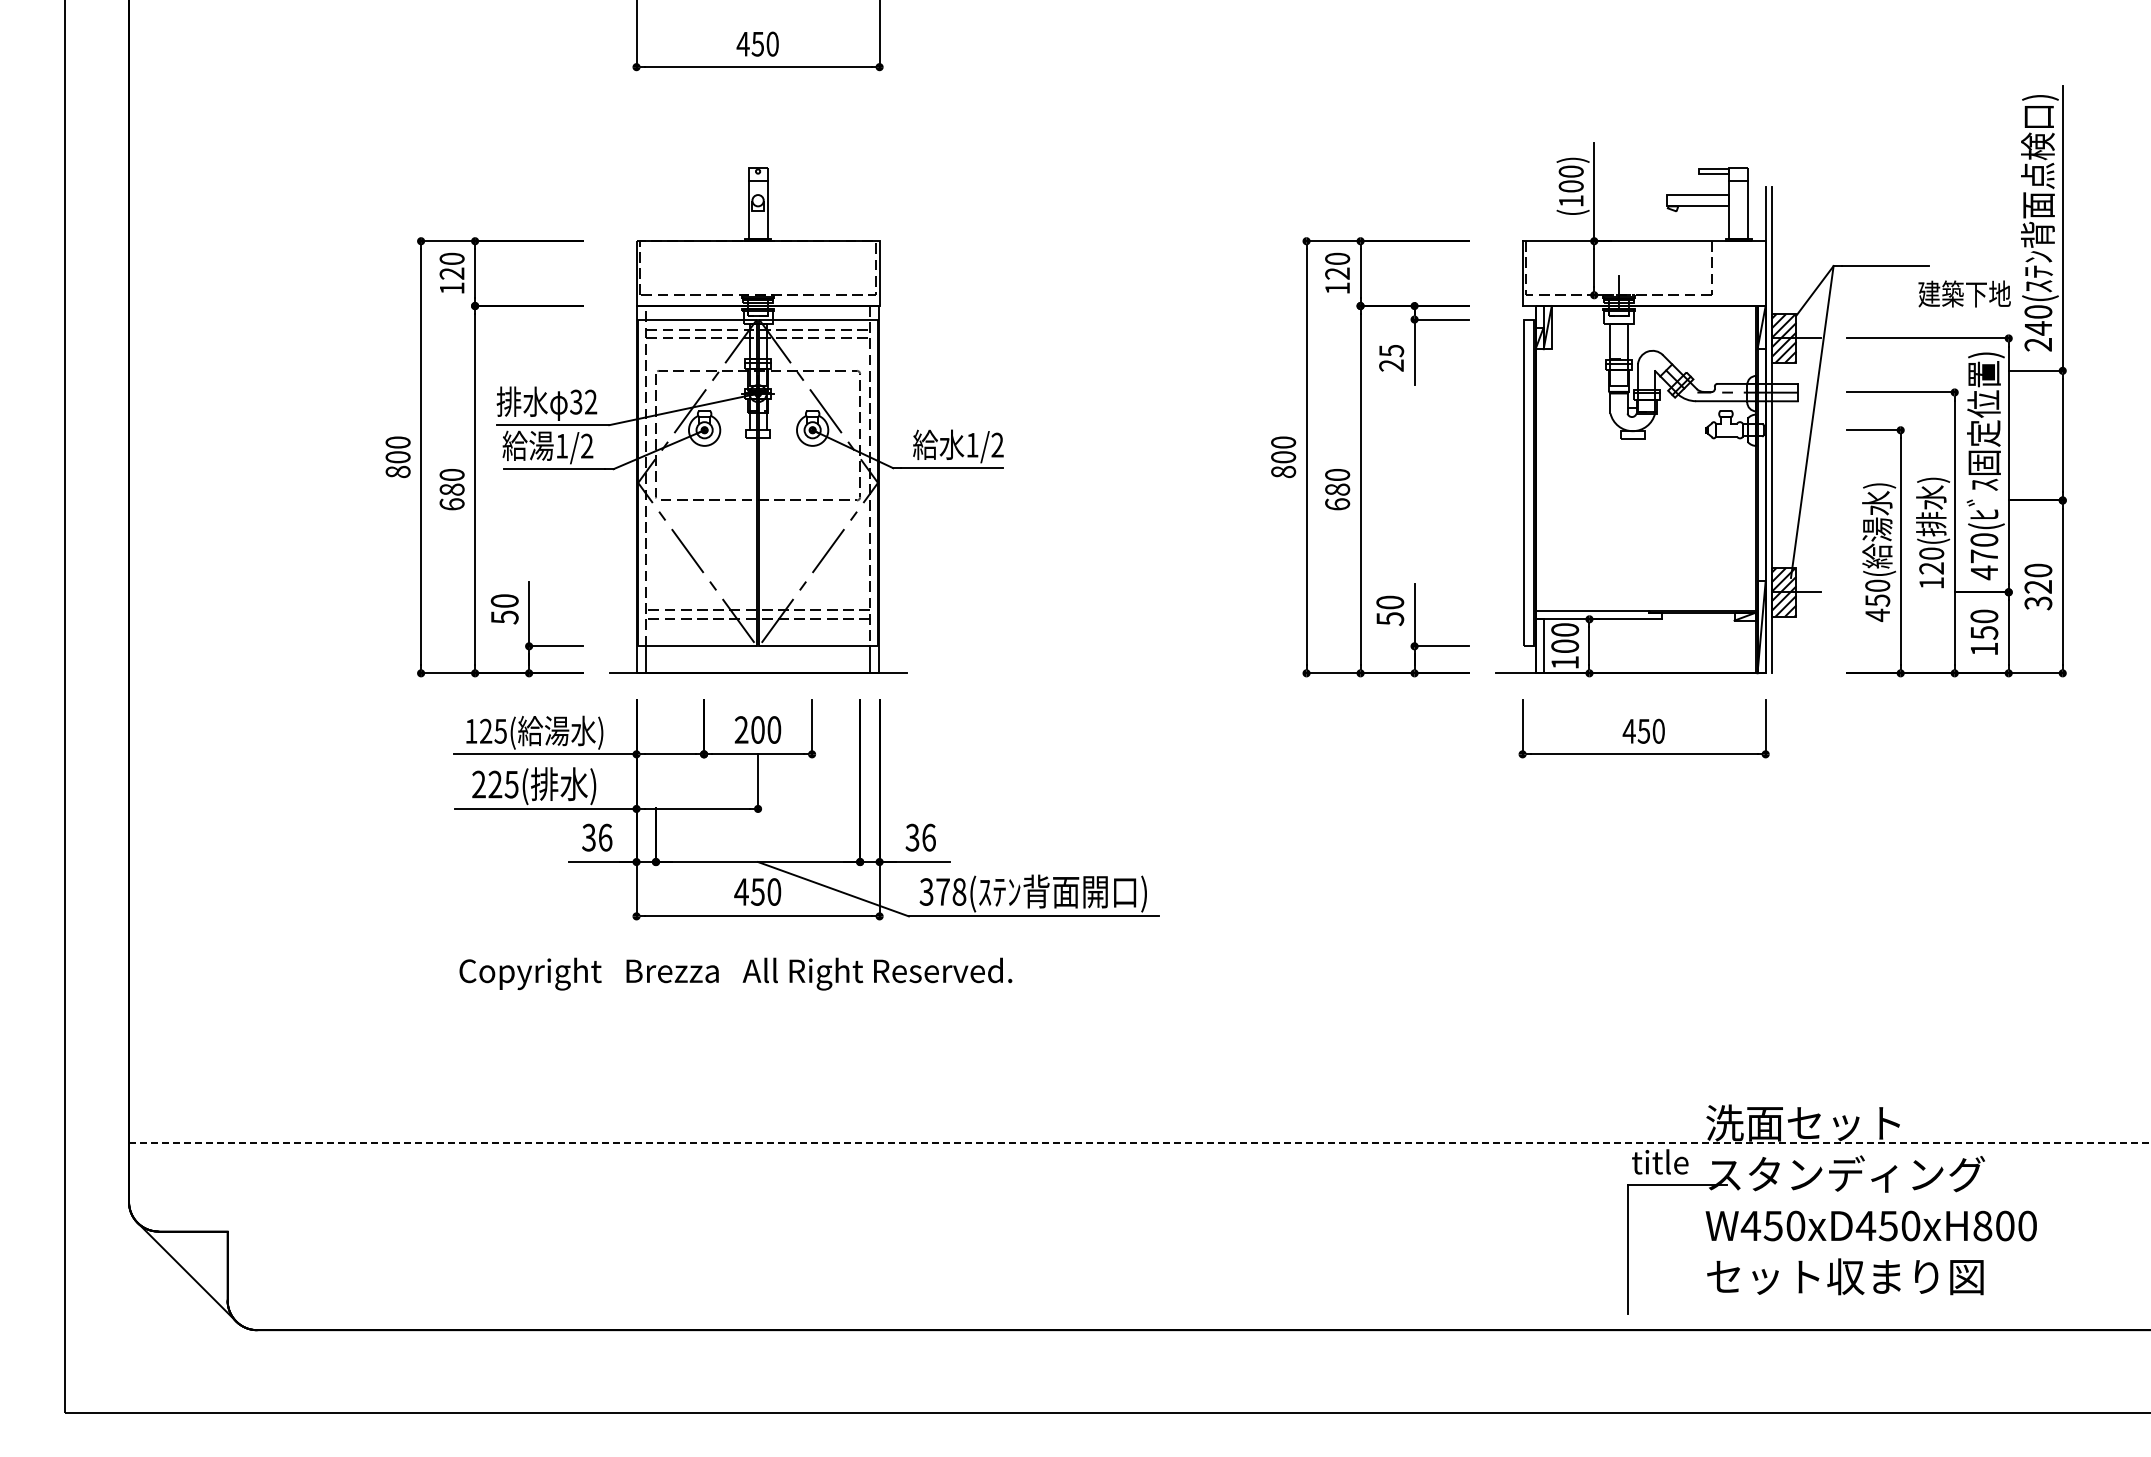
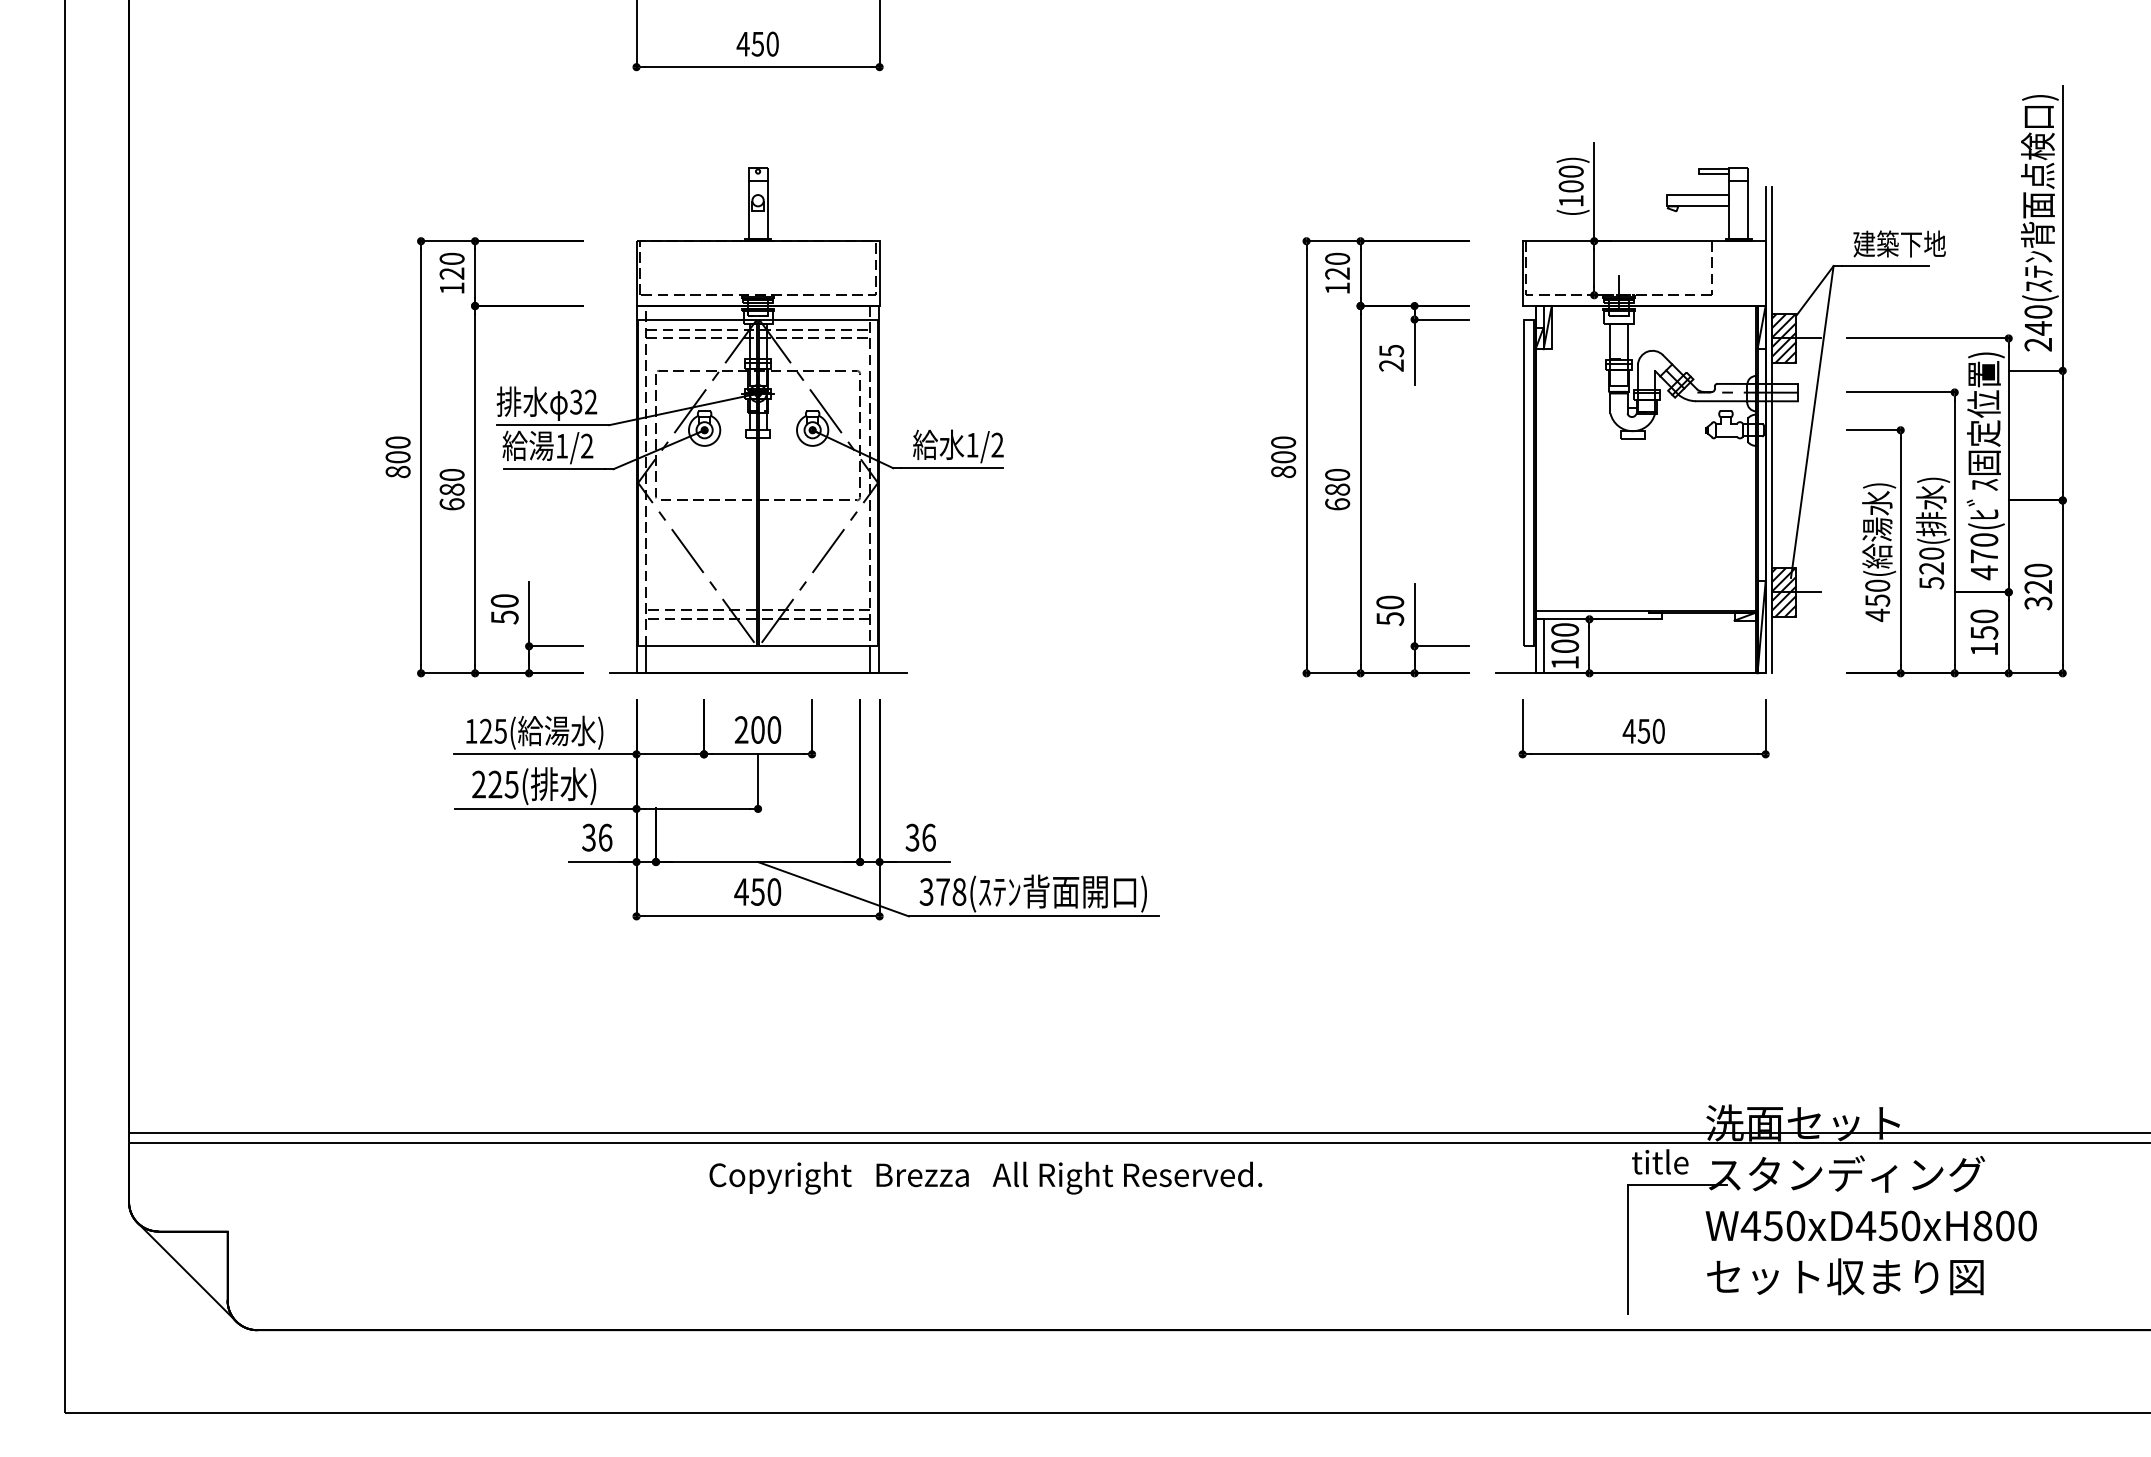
text at (1964, 293) position: (1964, 293) -> (1899, 243)
text at (1931, 583): 120( -> 520(
text at (735, 973) position: (735, 973) -> (985, 1177)
line at (1138, 1132): none -> present
line at (1139, 1142): dashed -> solid
